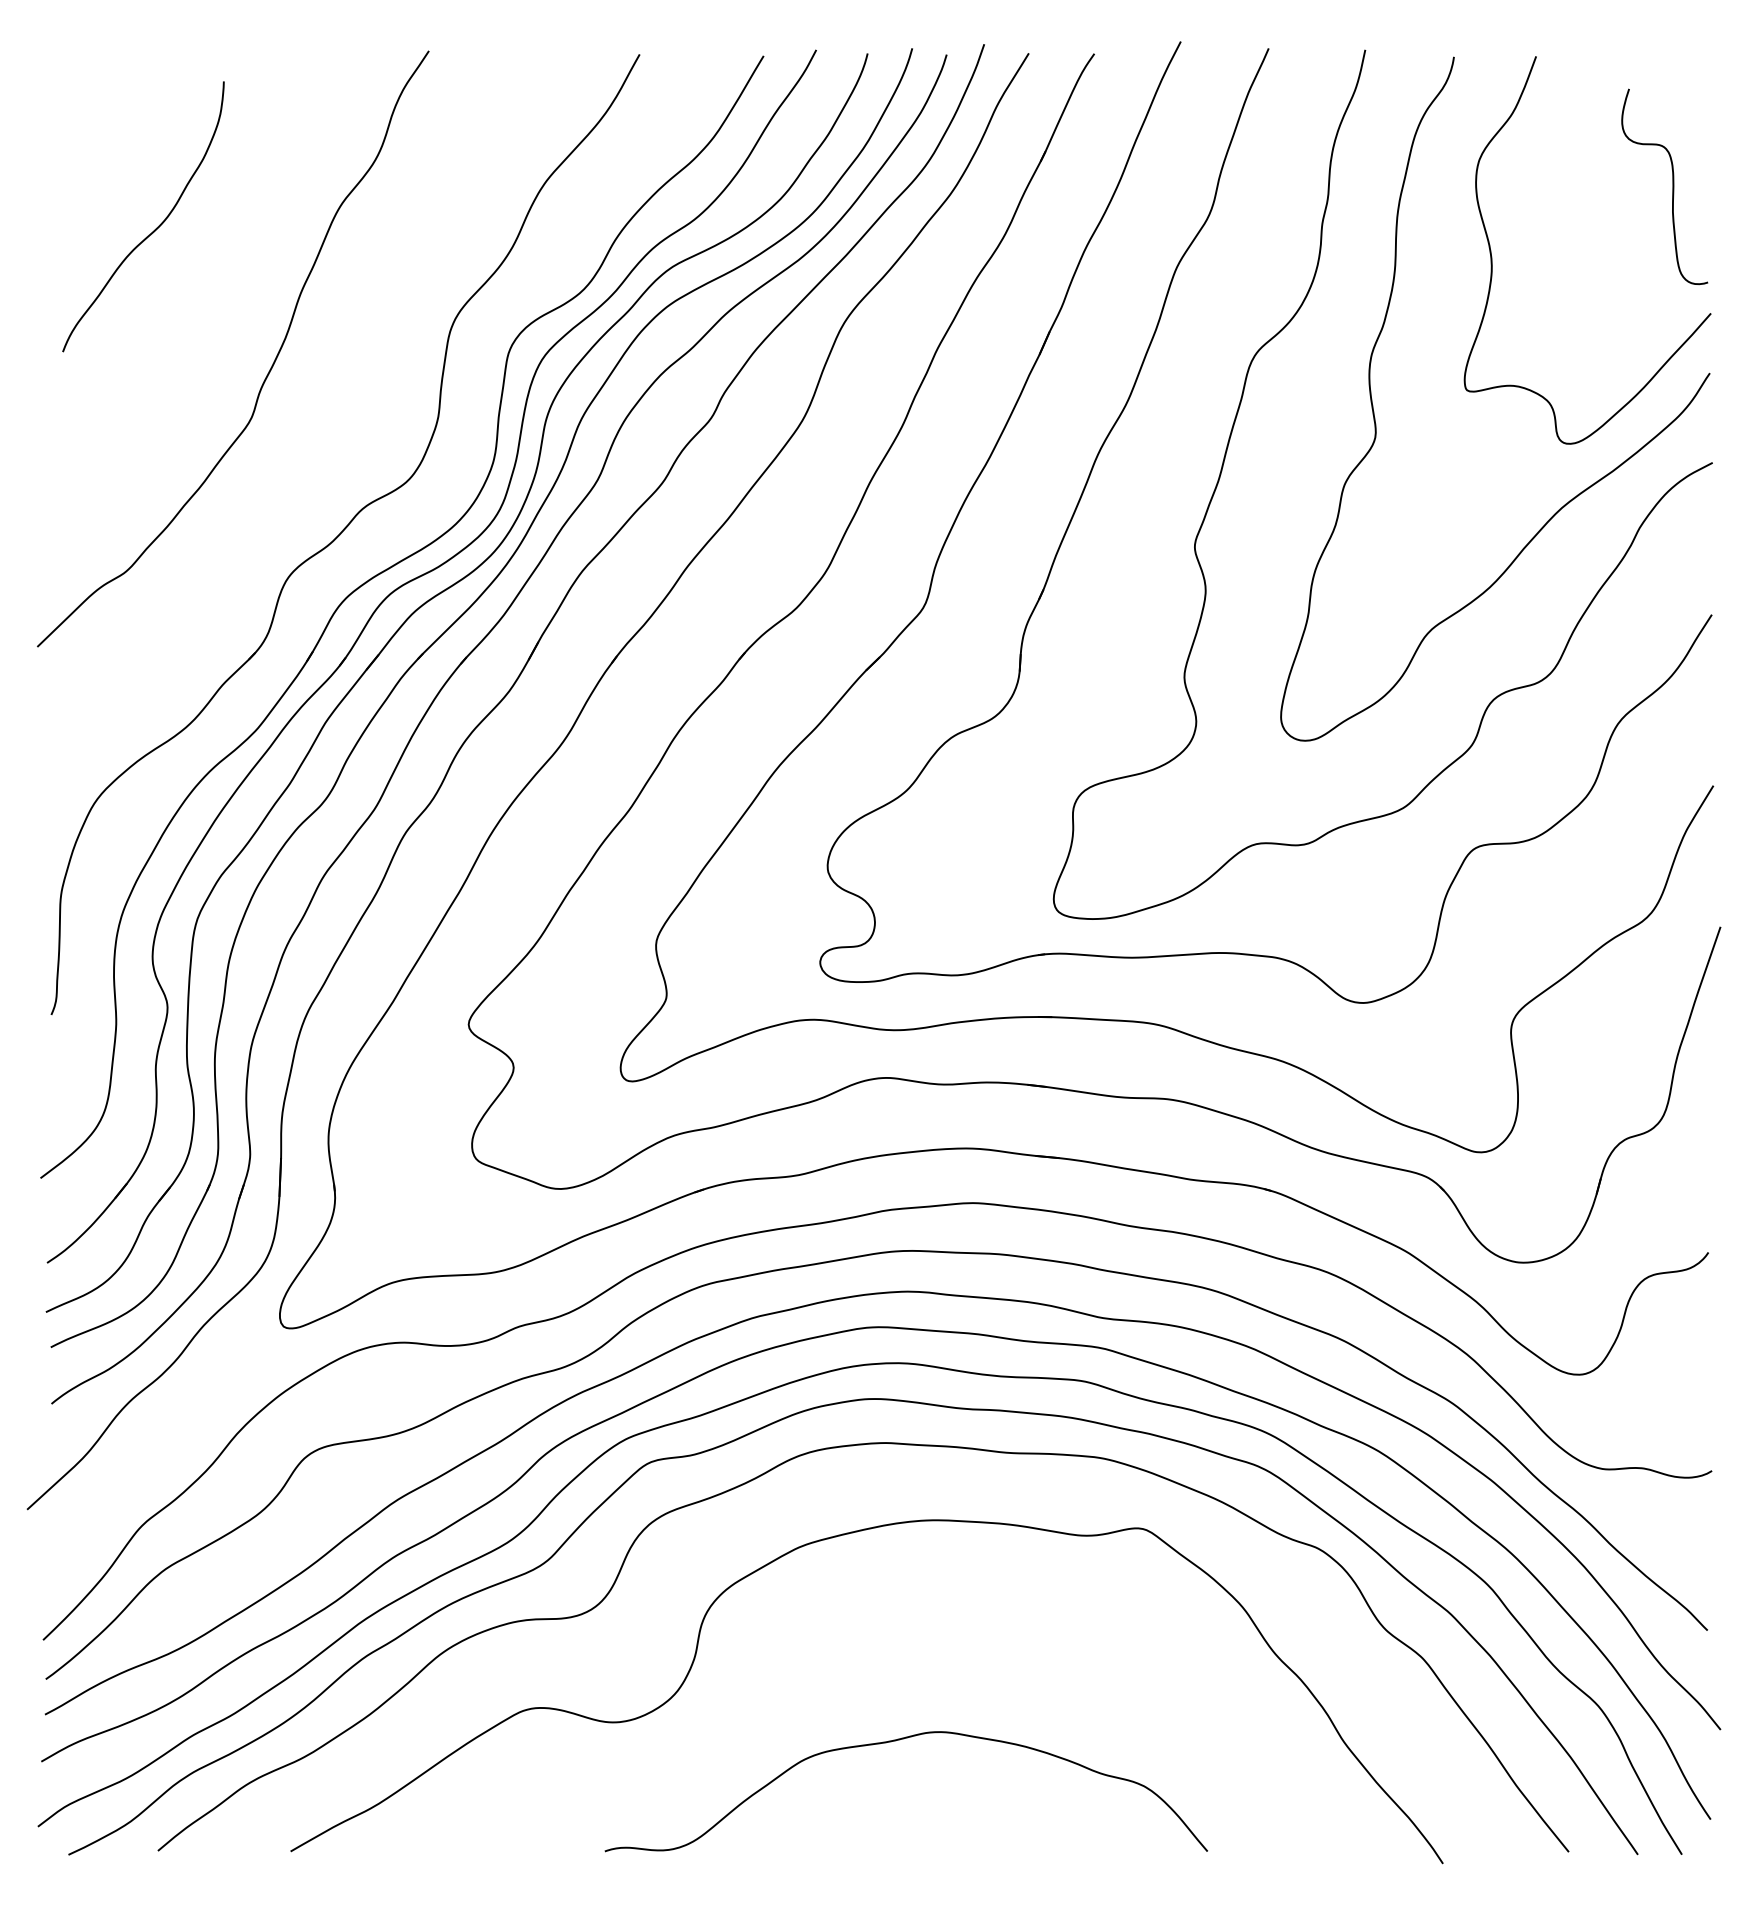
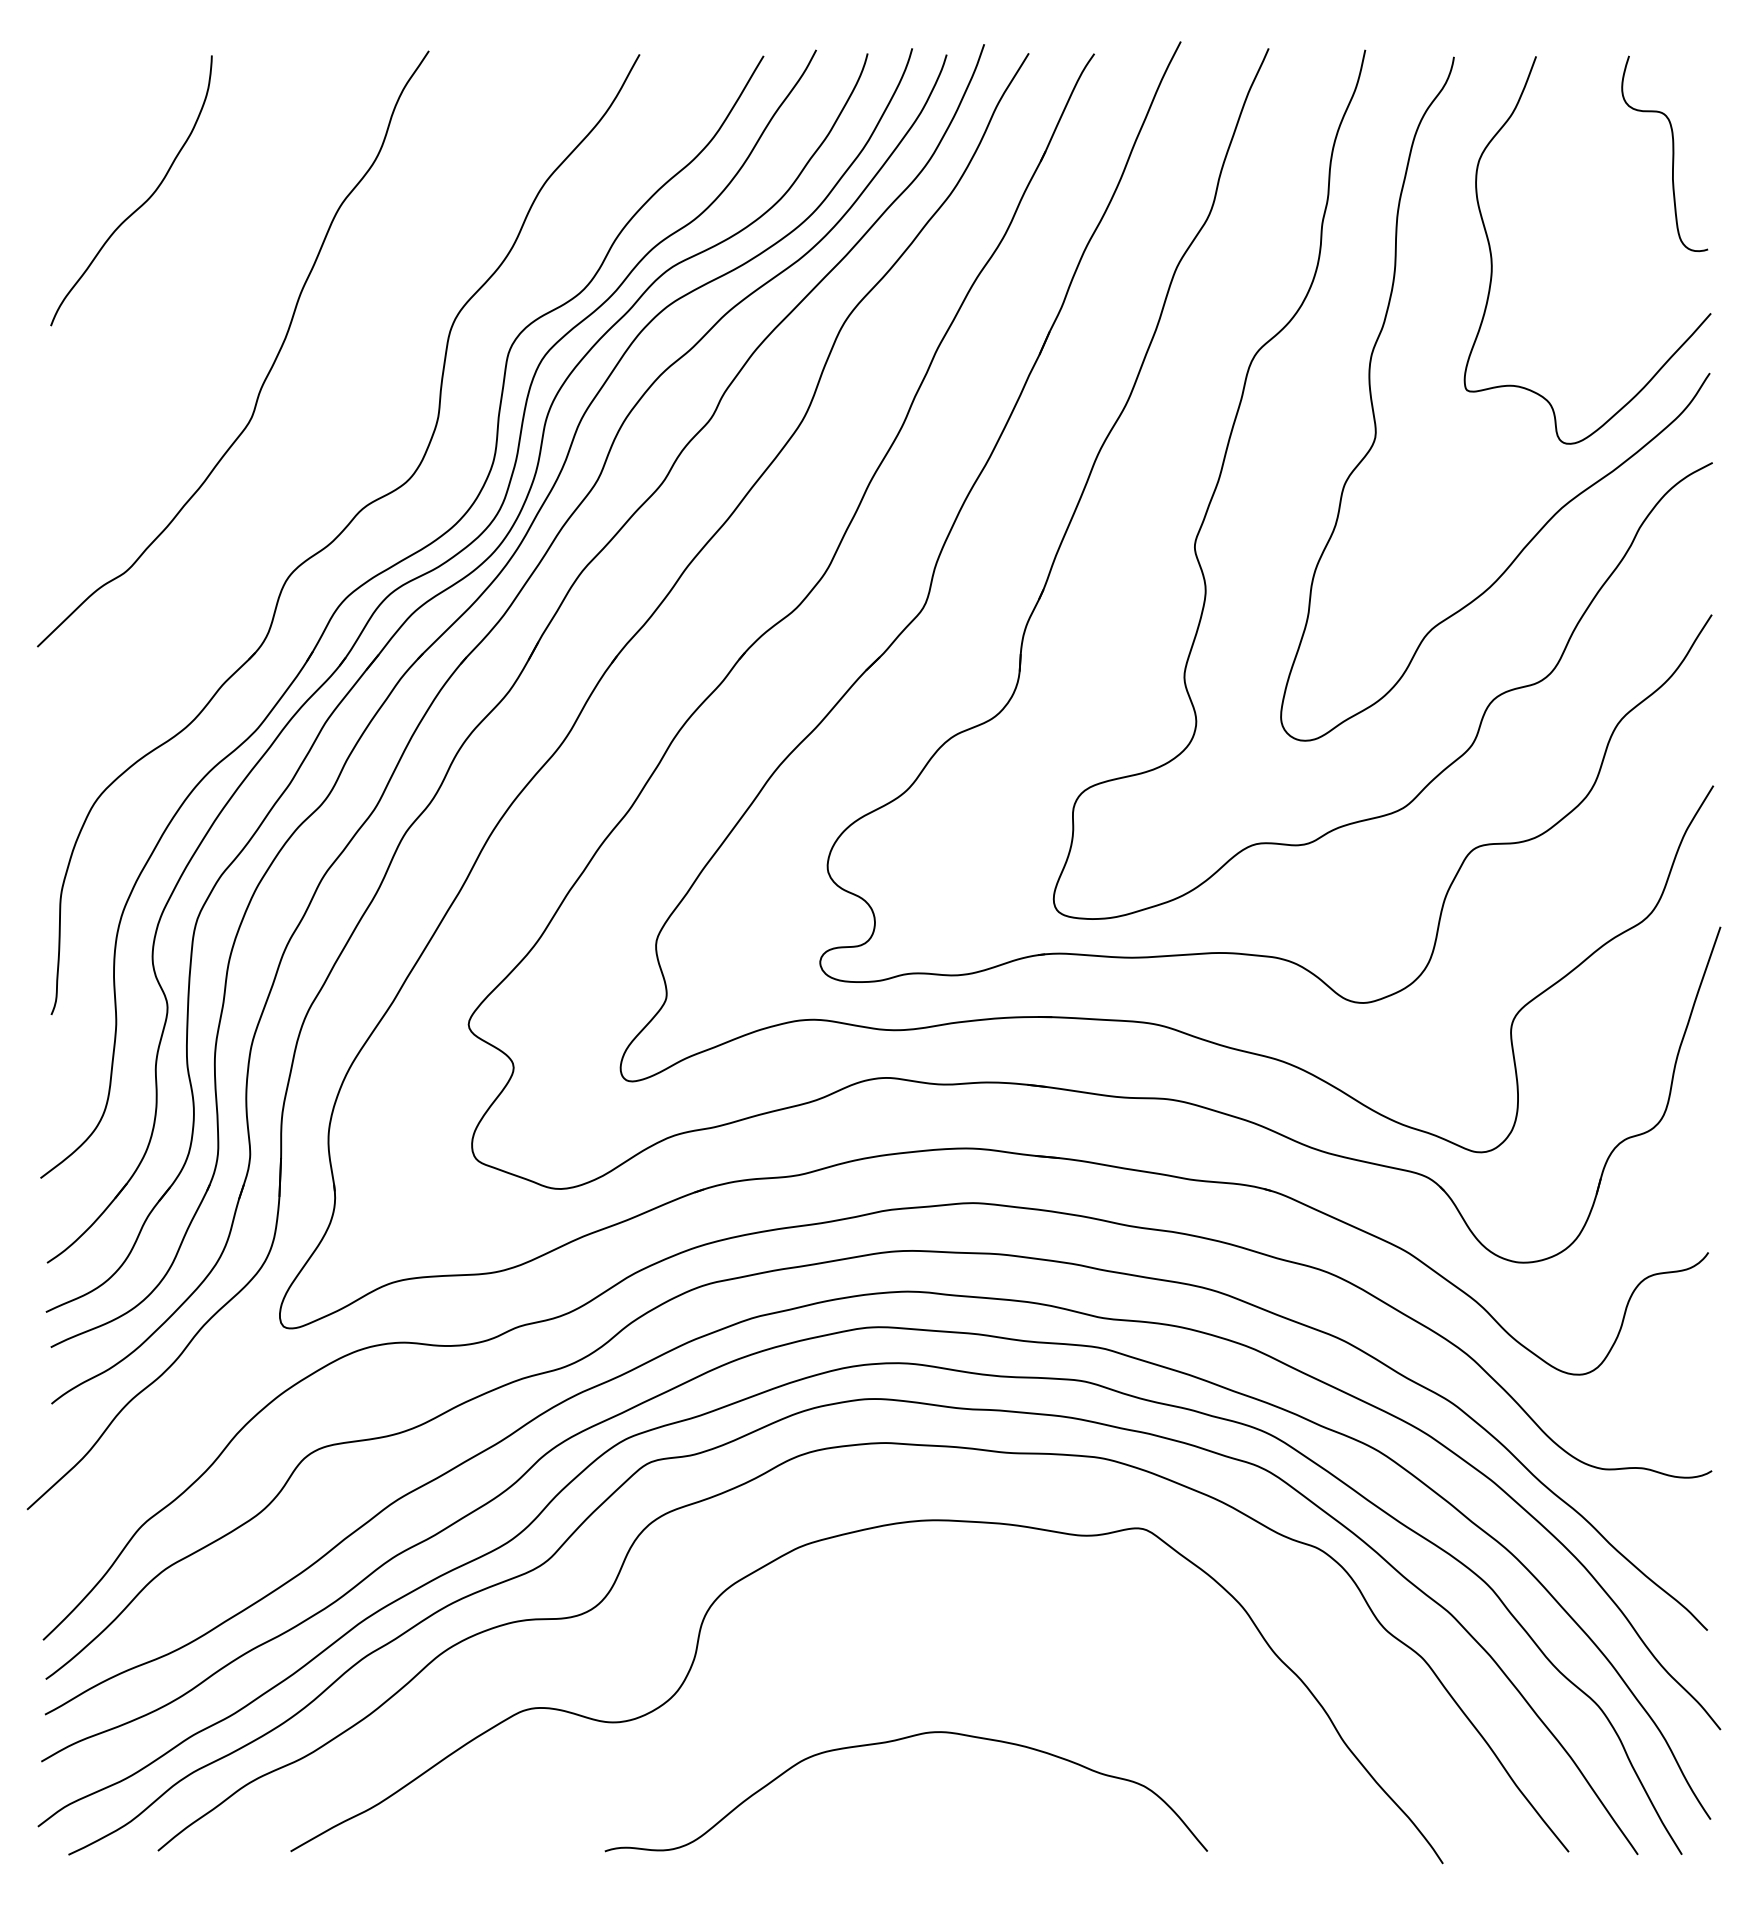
curve at (1672, 186) position: (1672, 186) -> (1672, 153)
curve at (155, 228) position: (155, 228) -> (143, 202)
